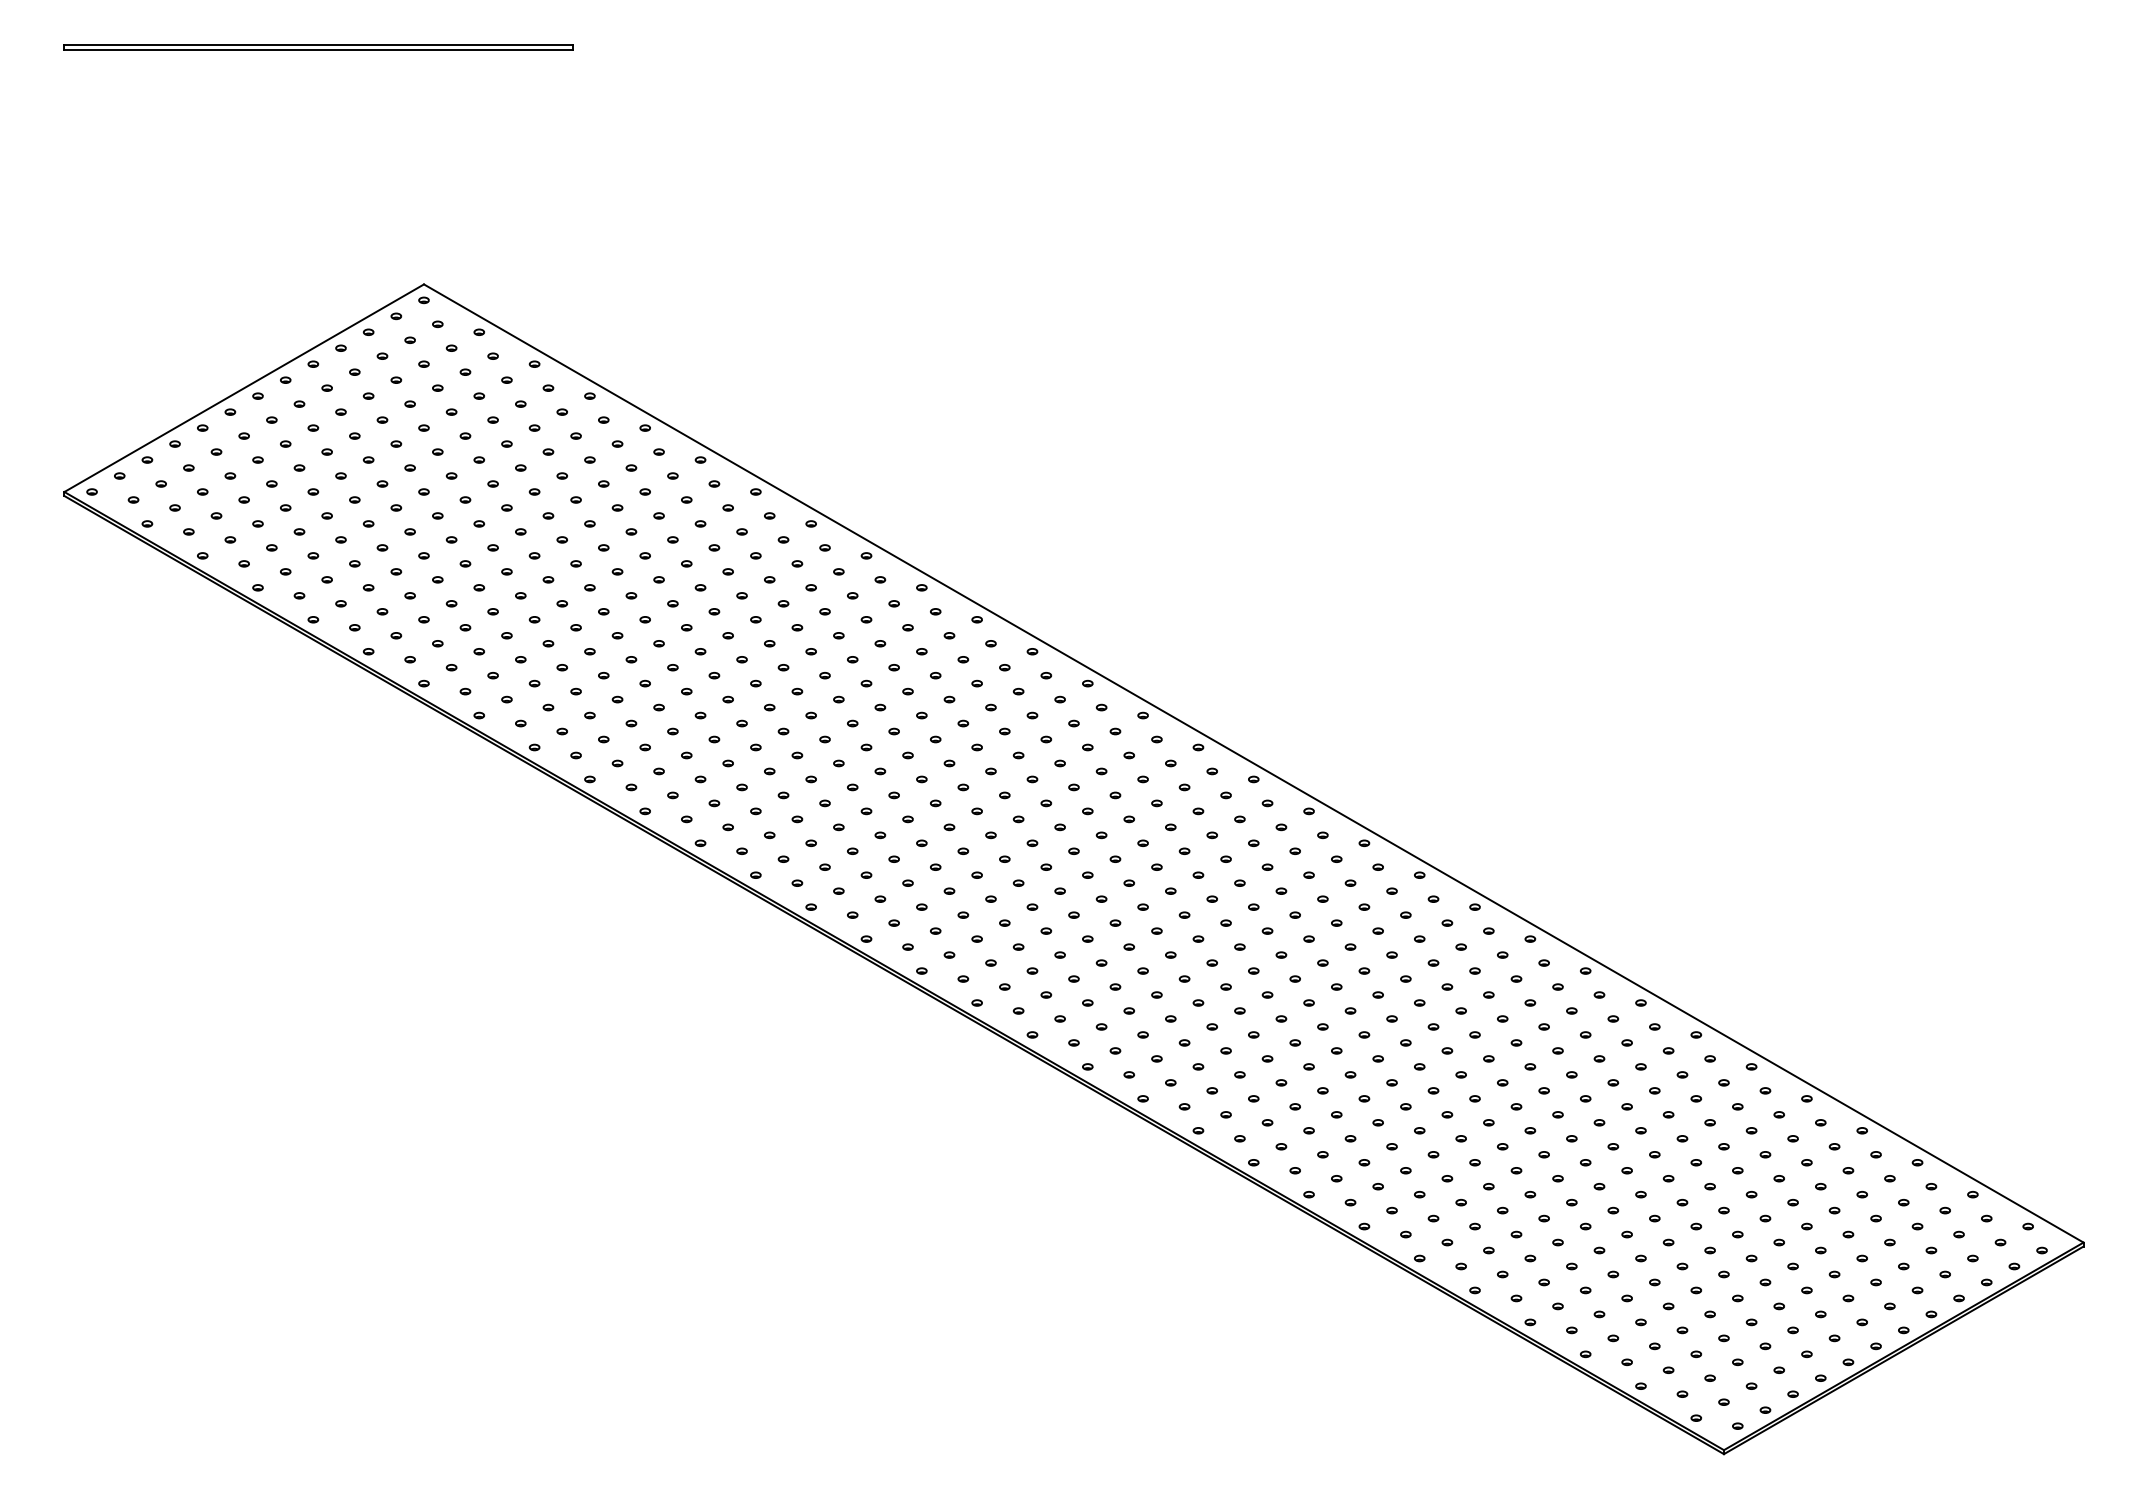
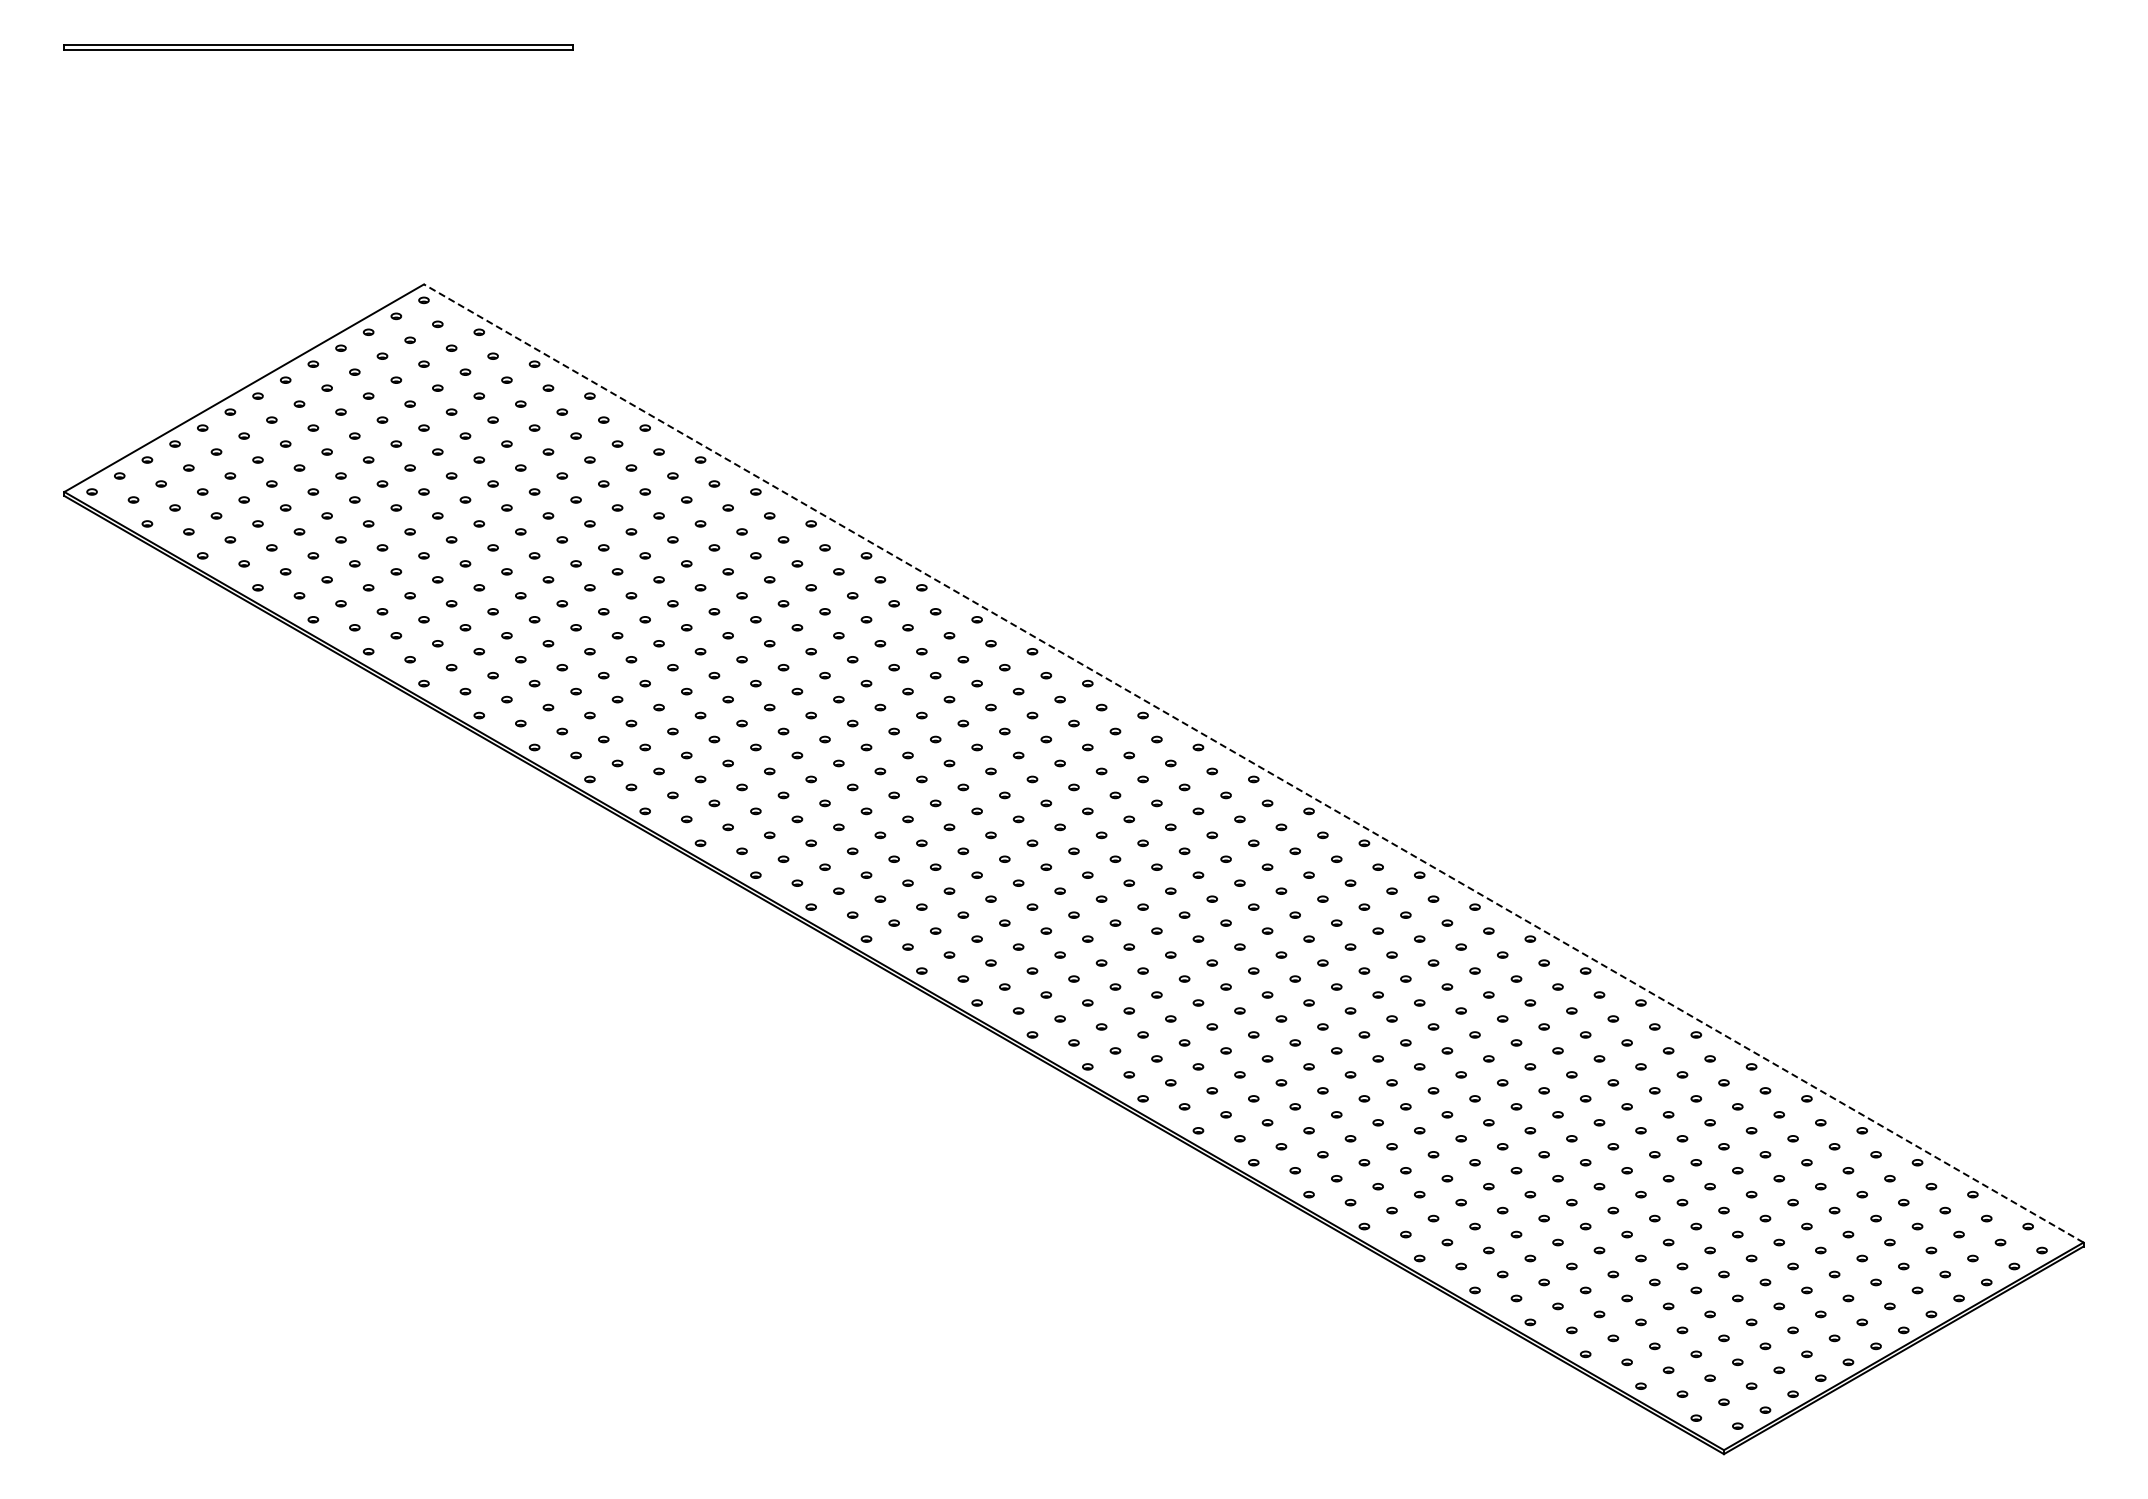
line at (1253, 763): solid -> dashed
